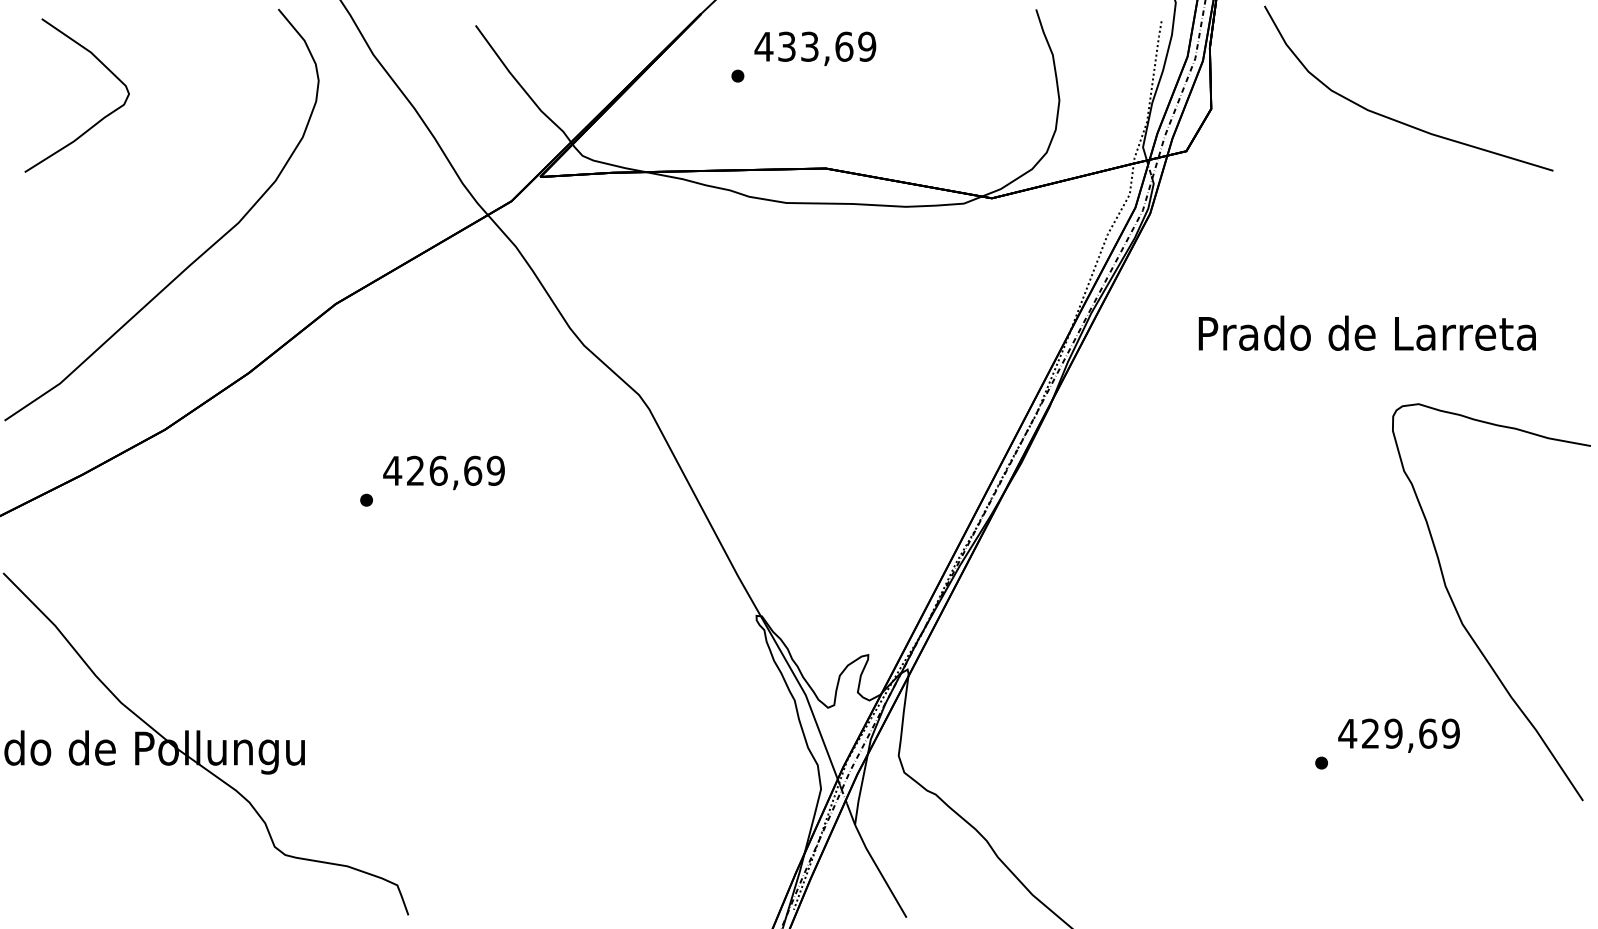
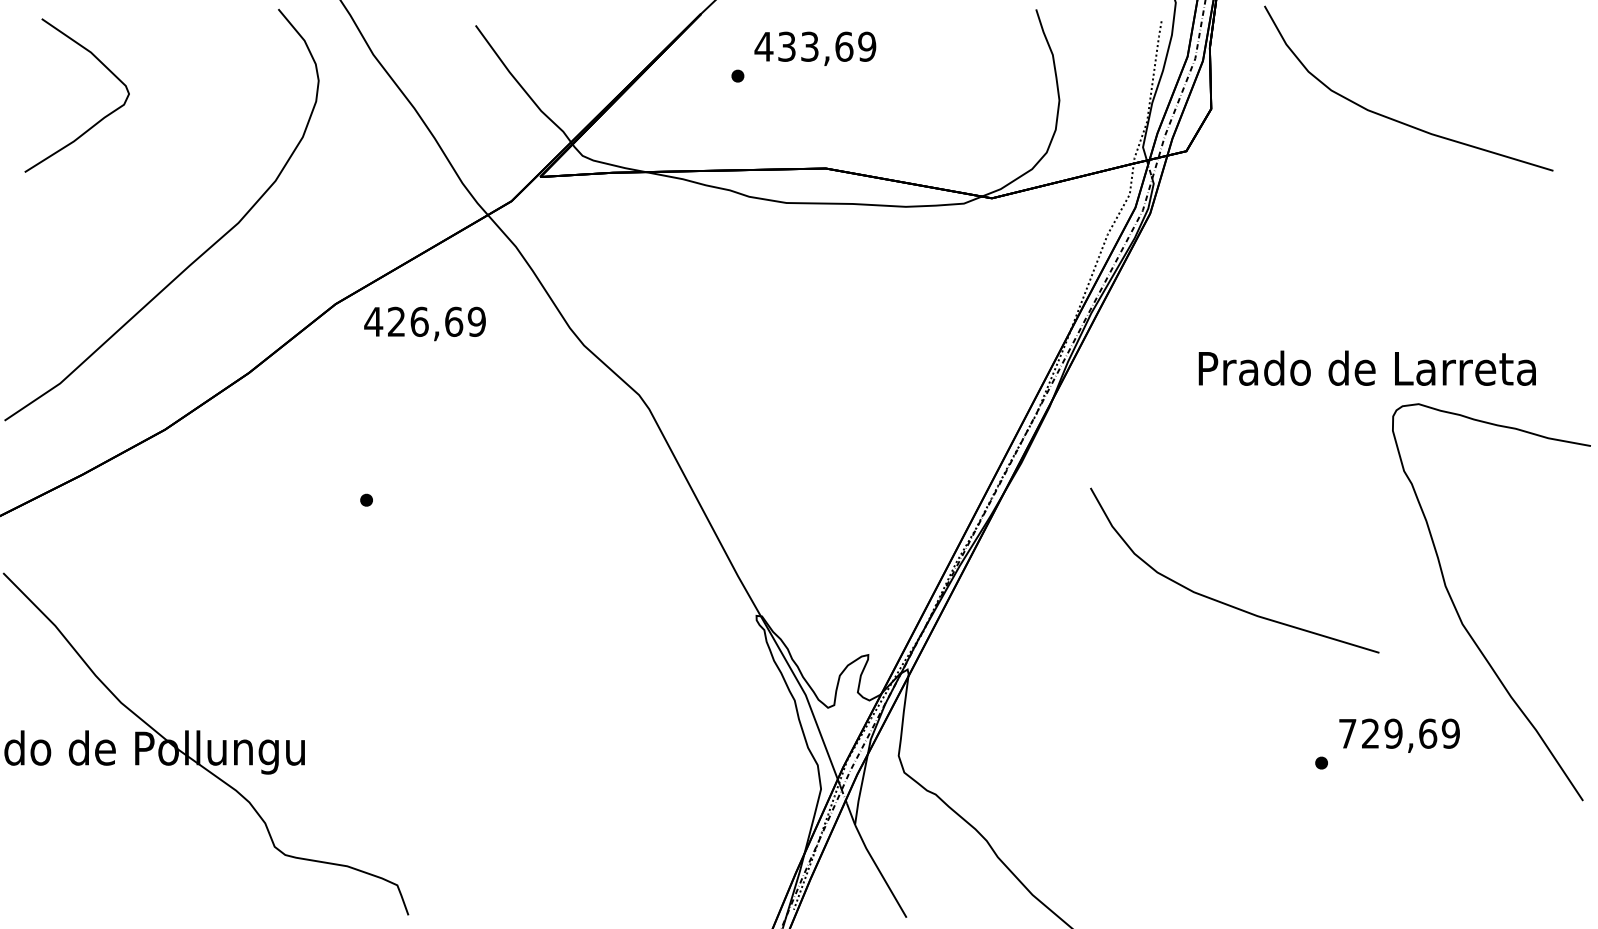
text at (1366, 332) position: (1366, 332) -> (1366, 367)
text at (443, 472) position: (443, 472) -> (424, 323)
curve at (1224, 602): none -> present
text at (1347, 733): 429,69 -> 729,69
